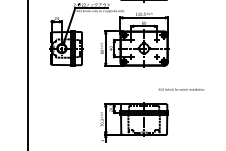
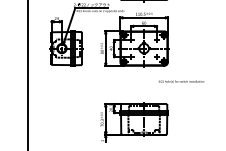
text at (181, 89) position: (181, 89) -> (181, 81)
